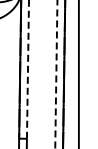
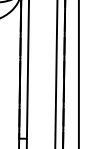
line at (27, 68): dashed -> solid
line at (56, 74): dashed -> solid
